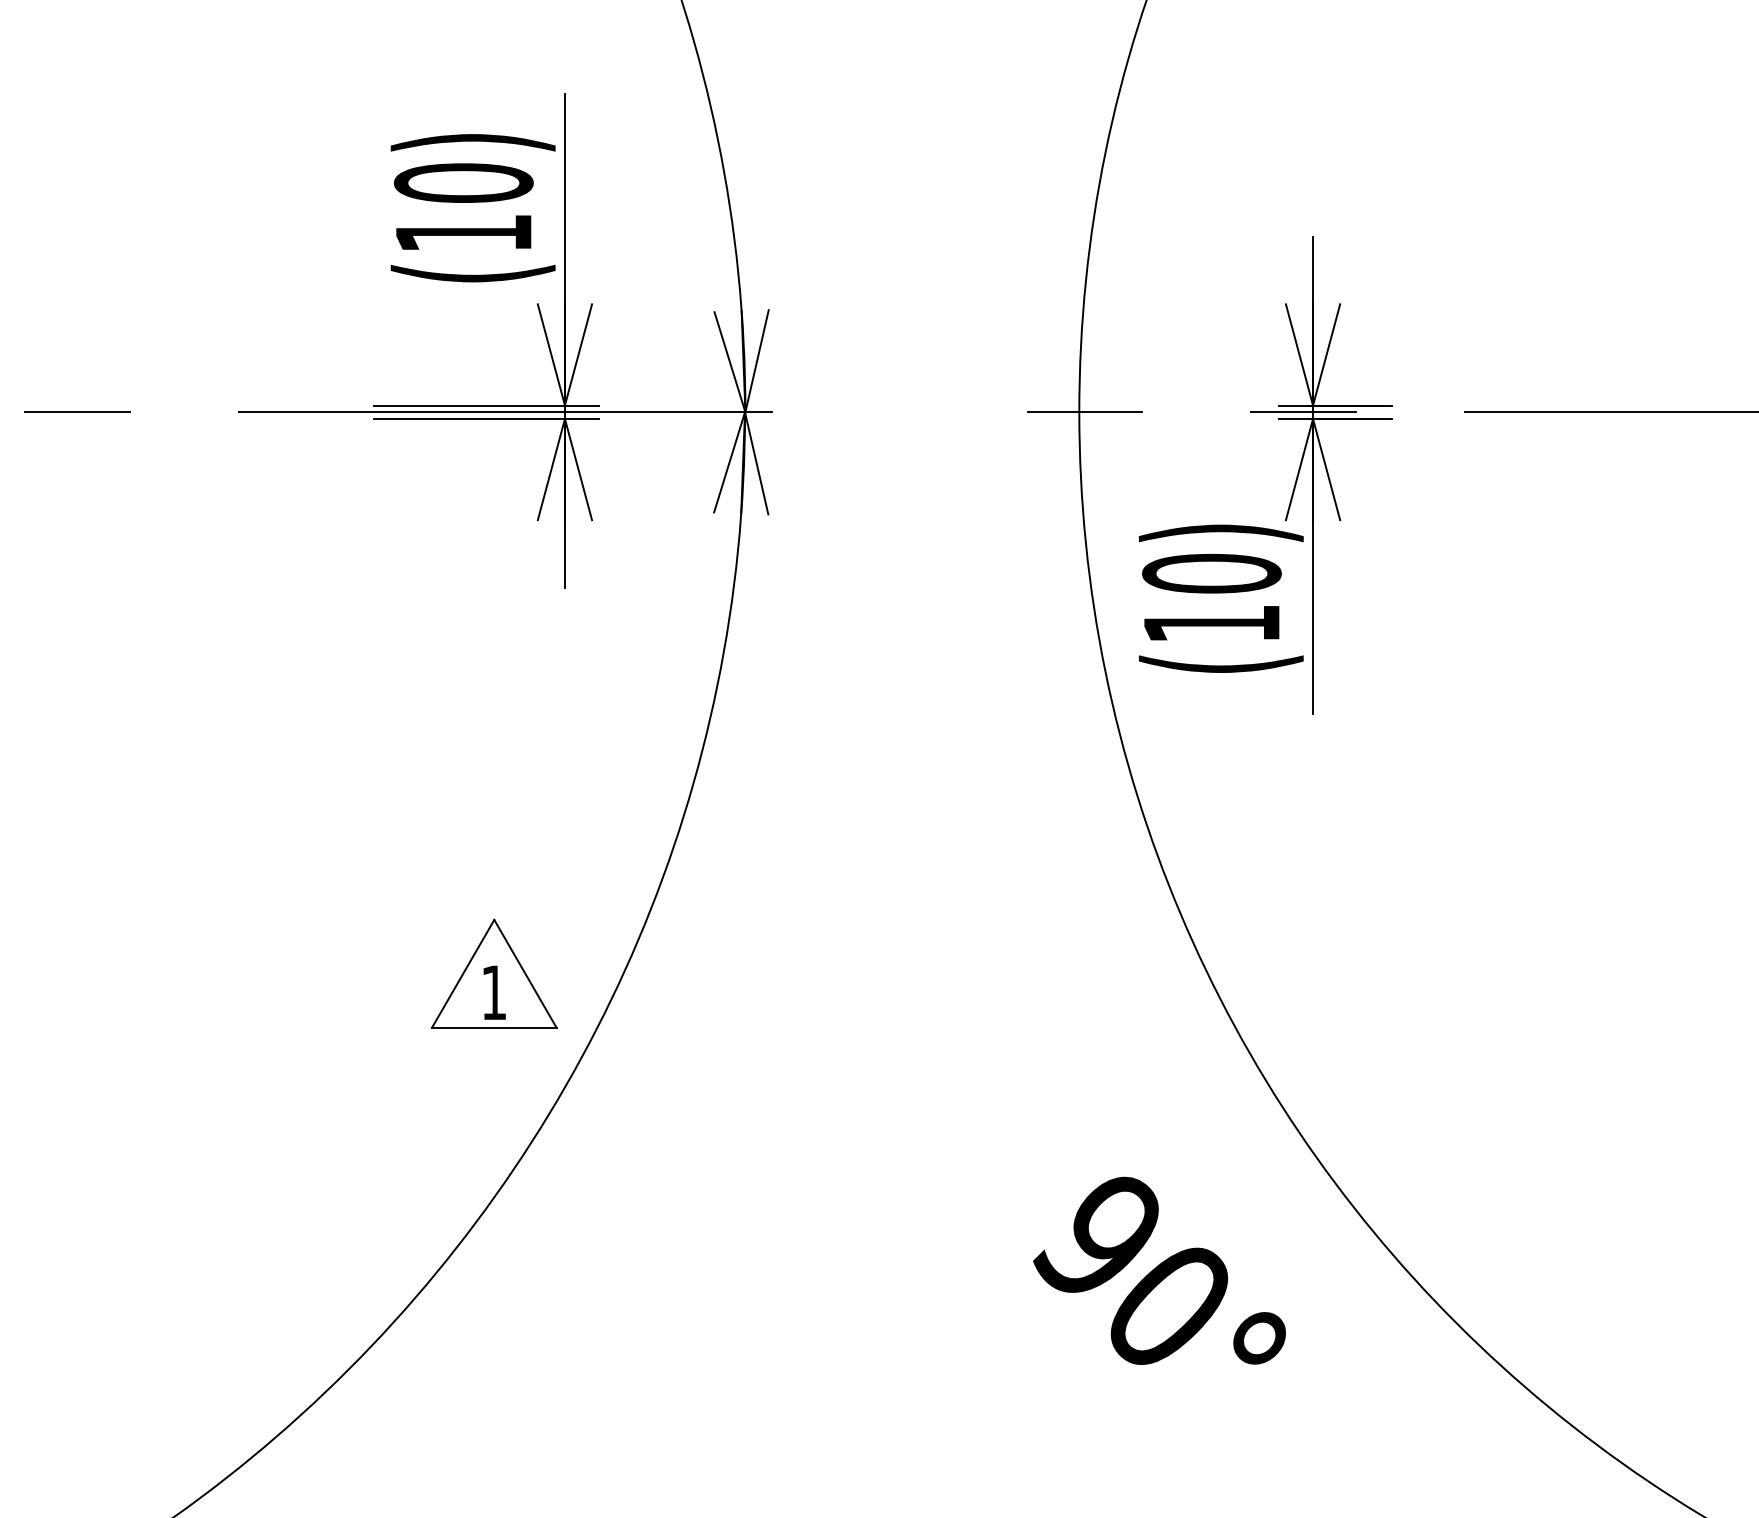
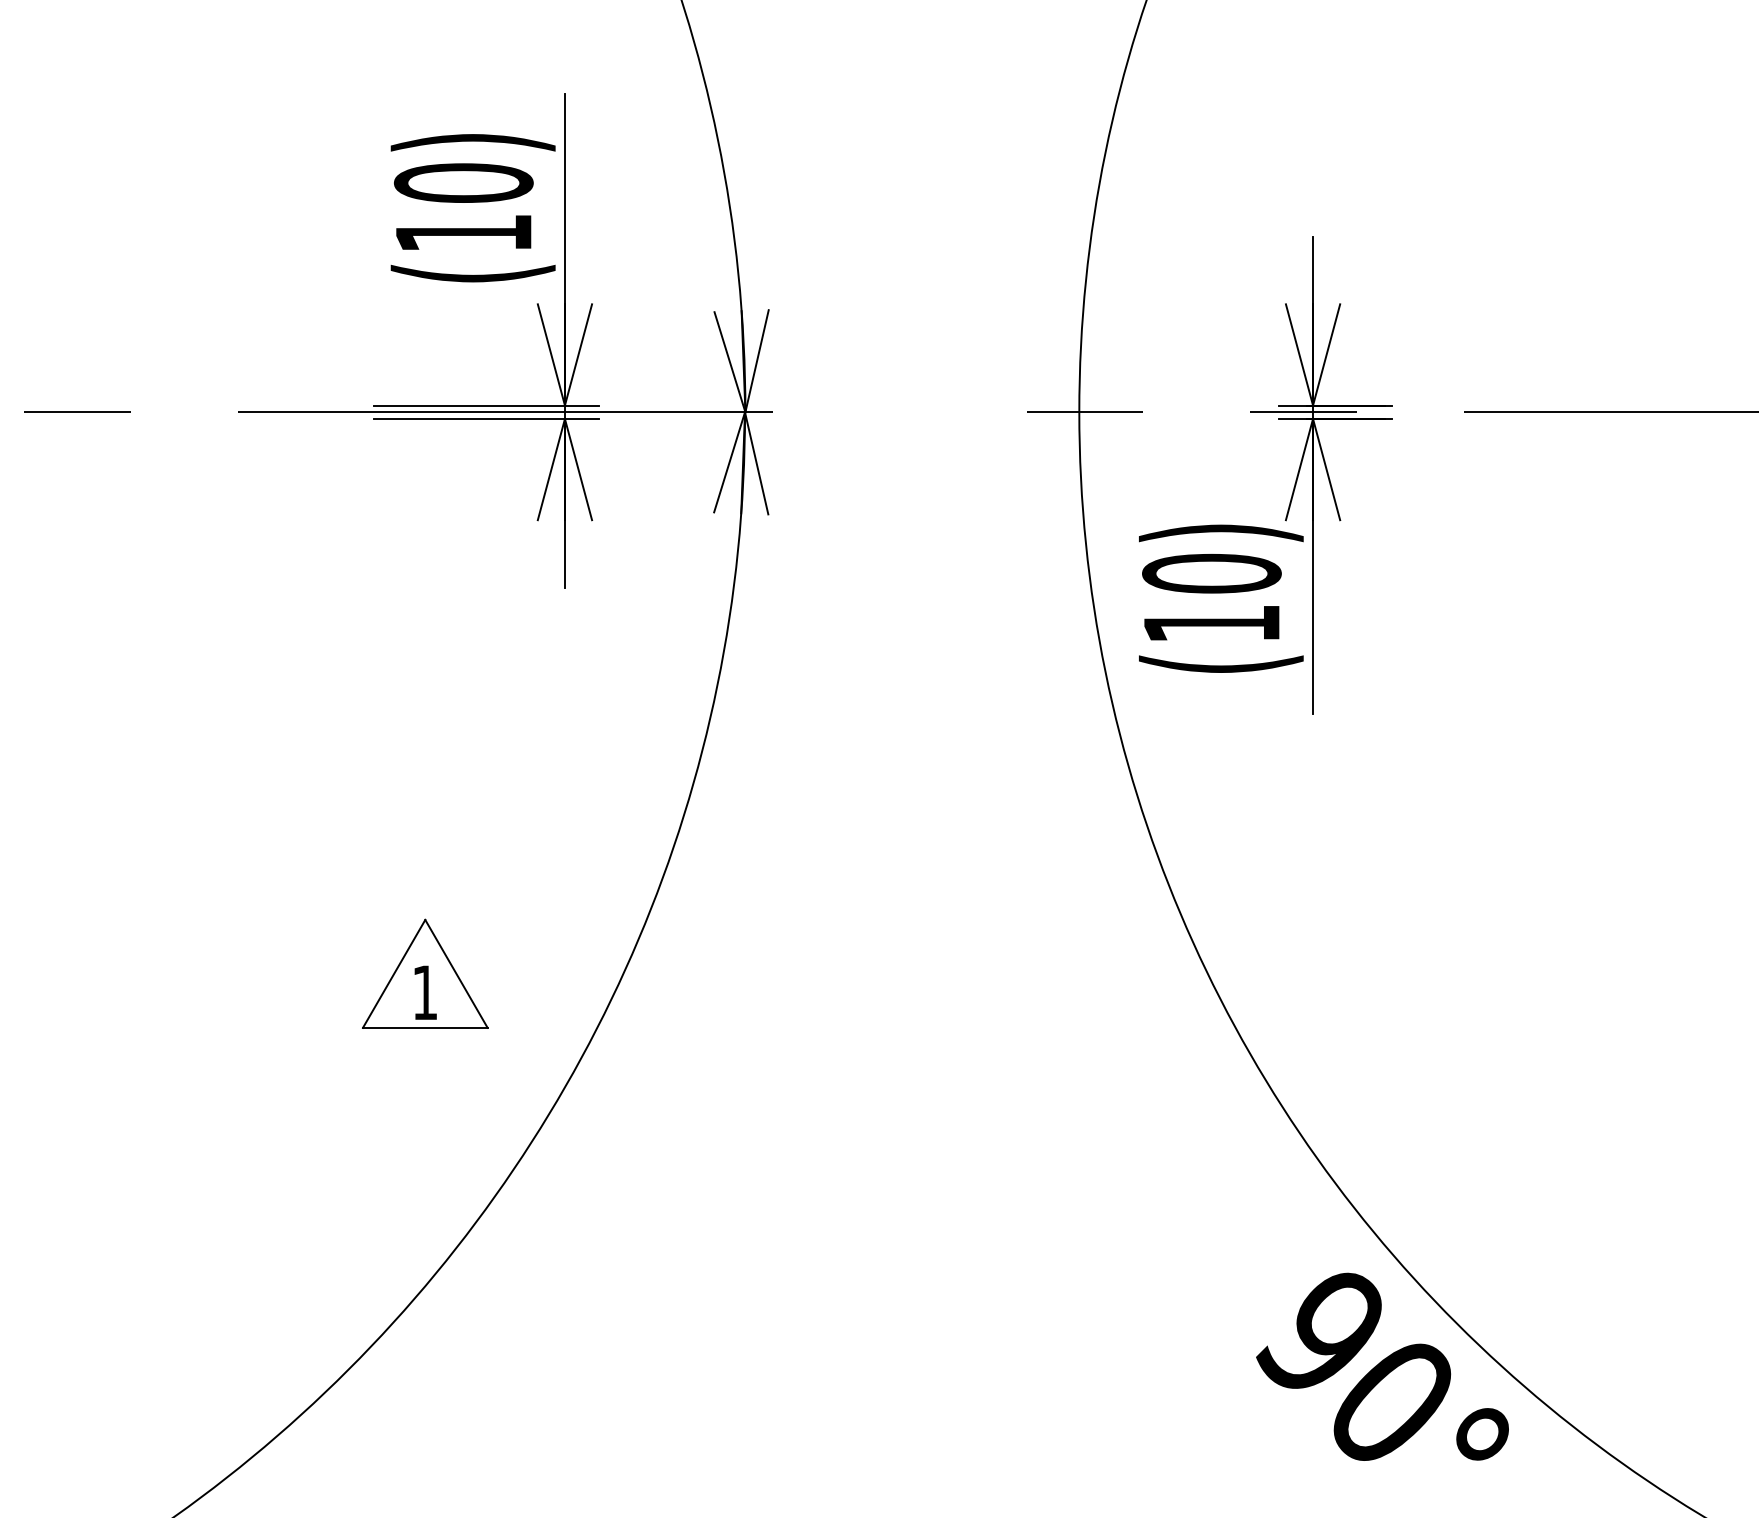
part at (494, 973) position: (494, 973) -> (425, 973)
text at (1159, 1270) position: (1159, 1270) -> (1382, 1366)
